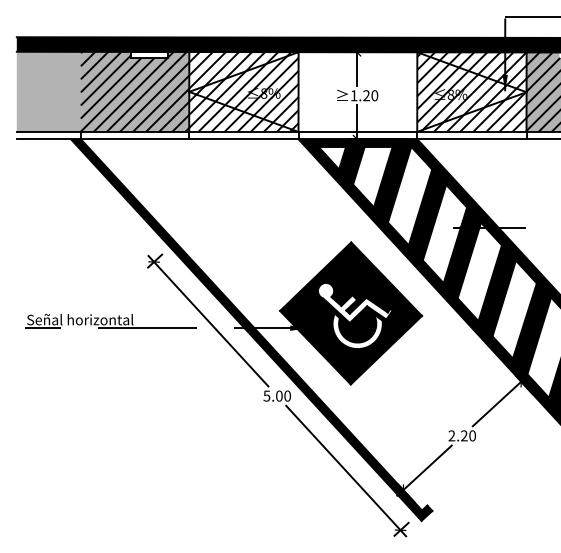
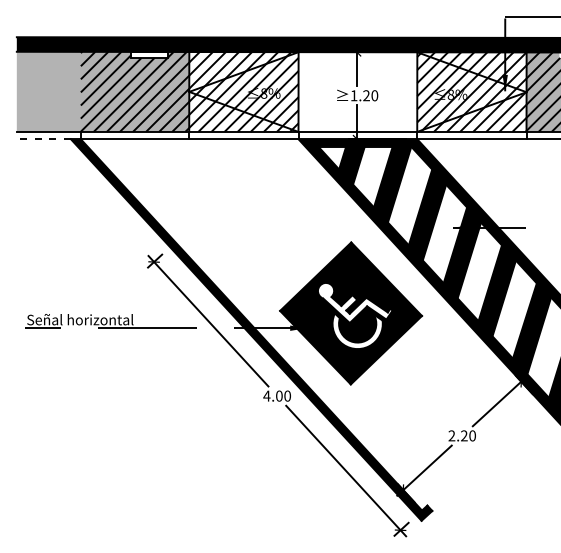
line at (43, 139): solid -> dashed
text at (266, 395): 5.00 -> 4.00
